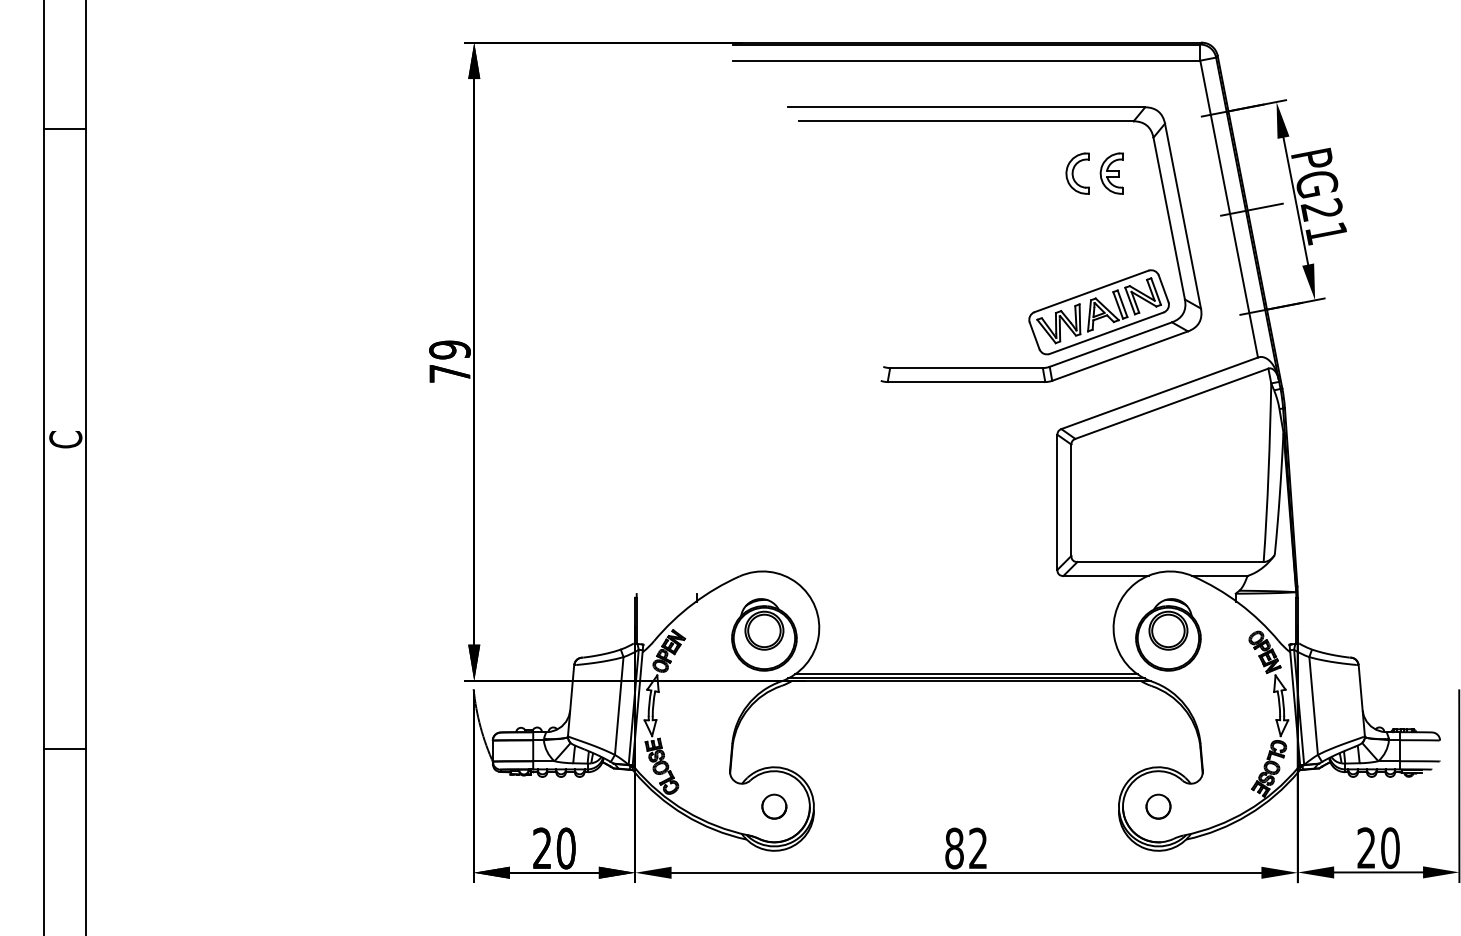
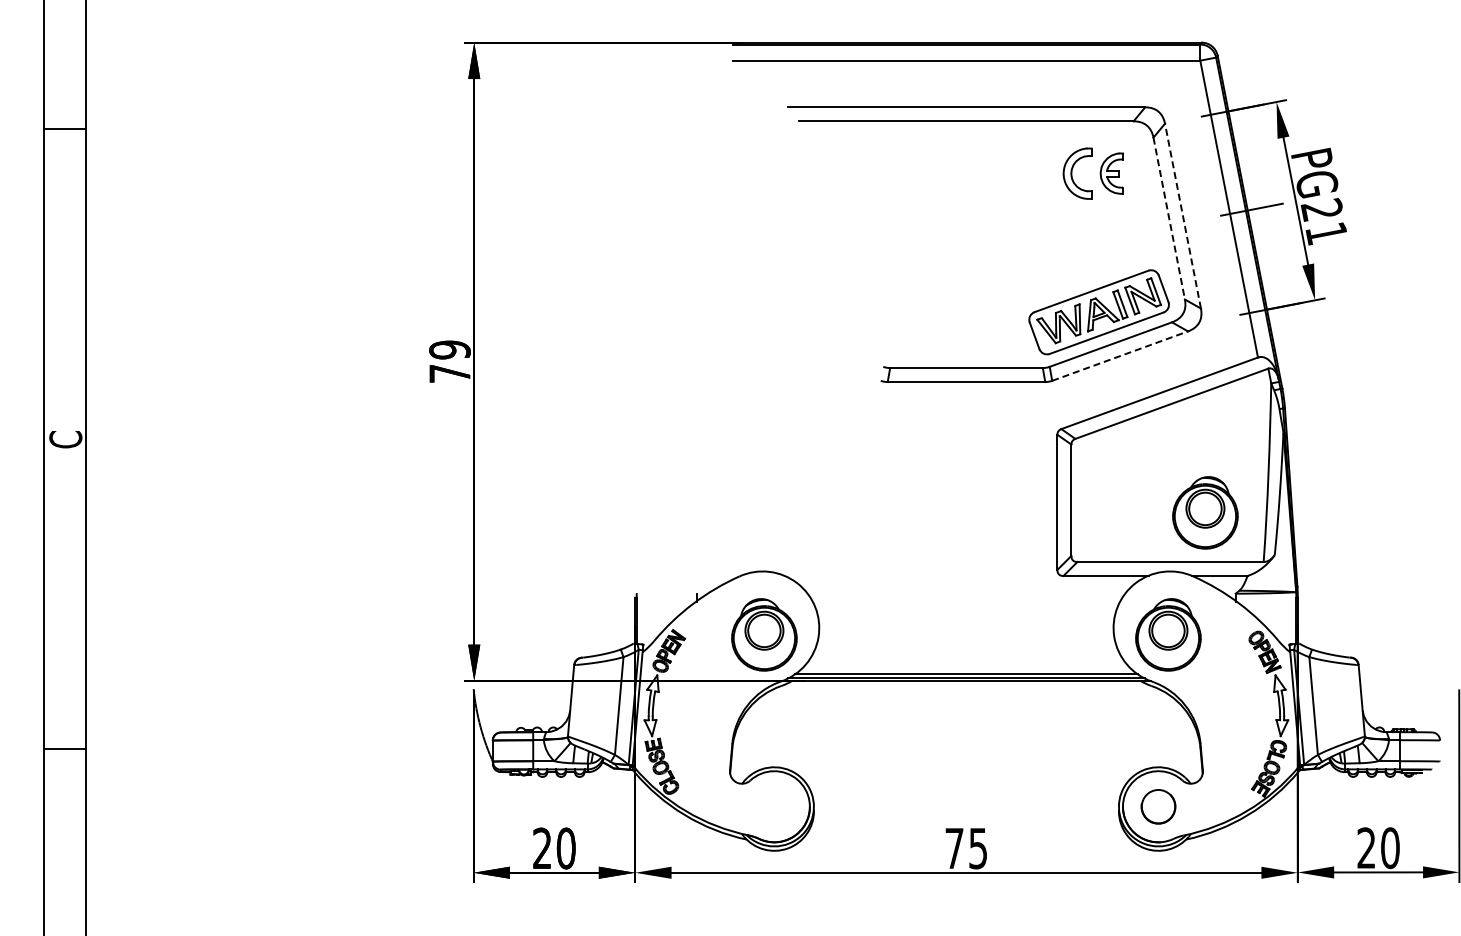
part at (1077, 173) size: 25x43 px -> 31x53 px
line at (1182, 215): solid -> dashed
line at (1169, 219): solid -> dashed
line at (1120, 355): solid -> dashed
part at (1205, 512): none -> present
part at (774, 806): present -> none
part at (1158, 806) size: 27x27 px -> 37x36 px
text at (965, 848): 82 -> 75
